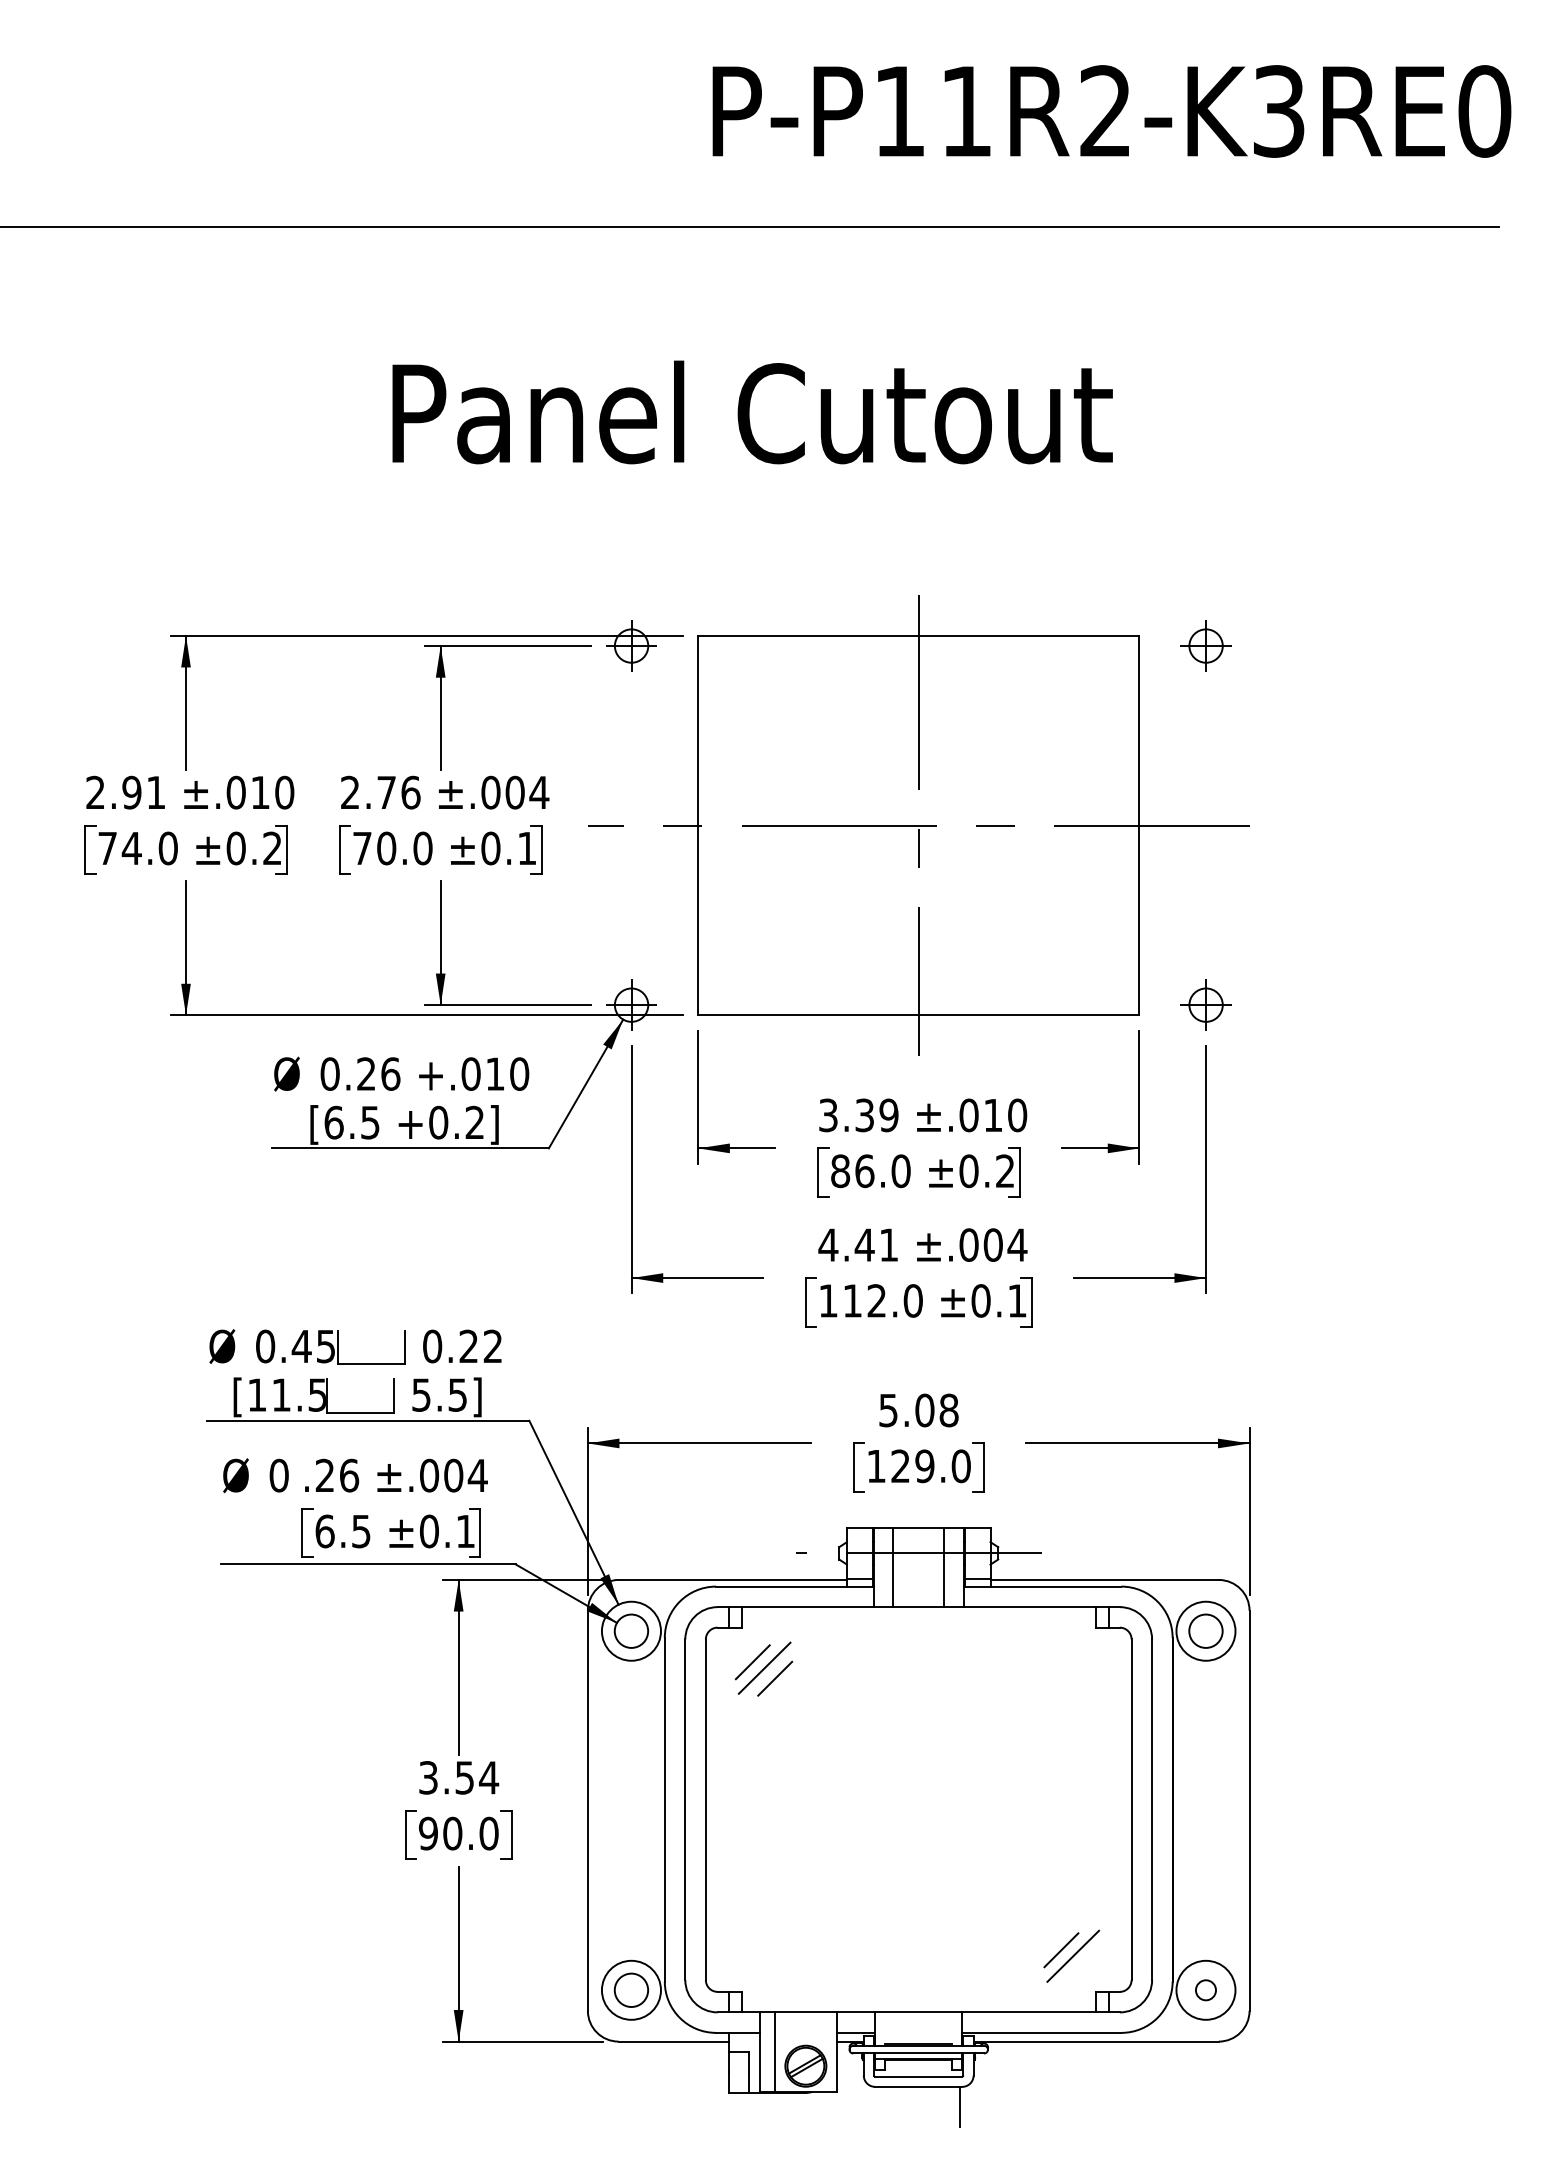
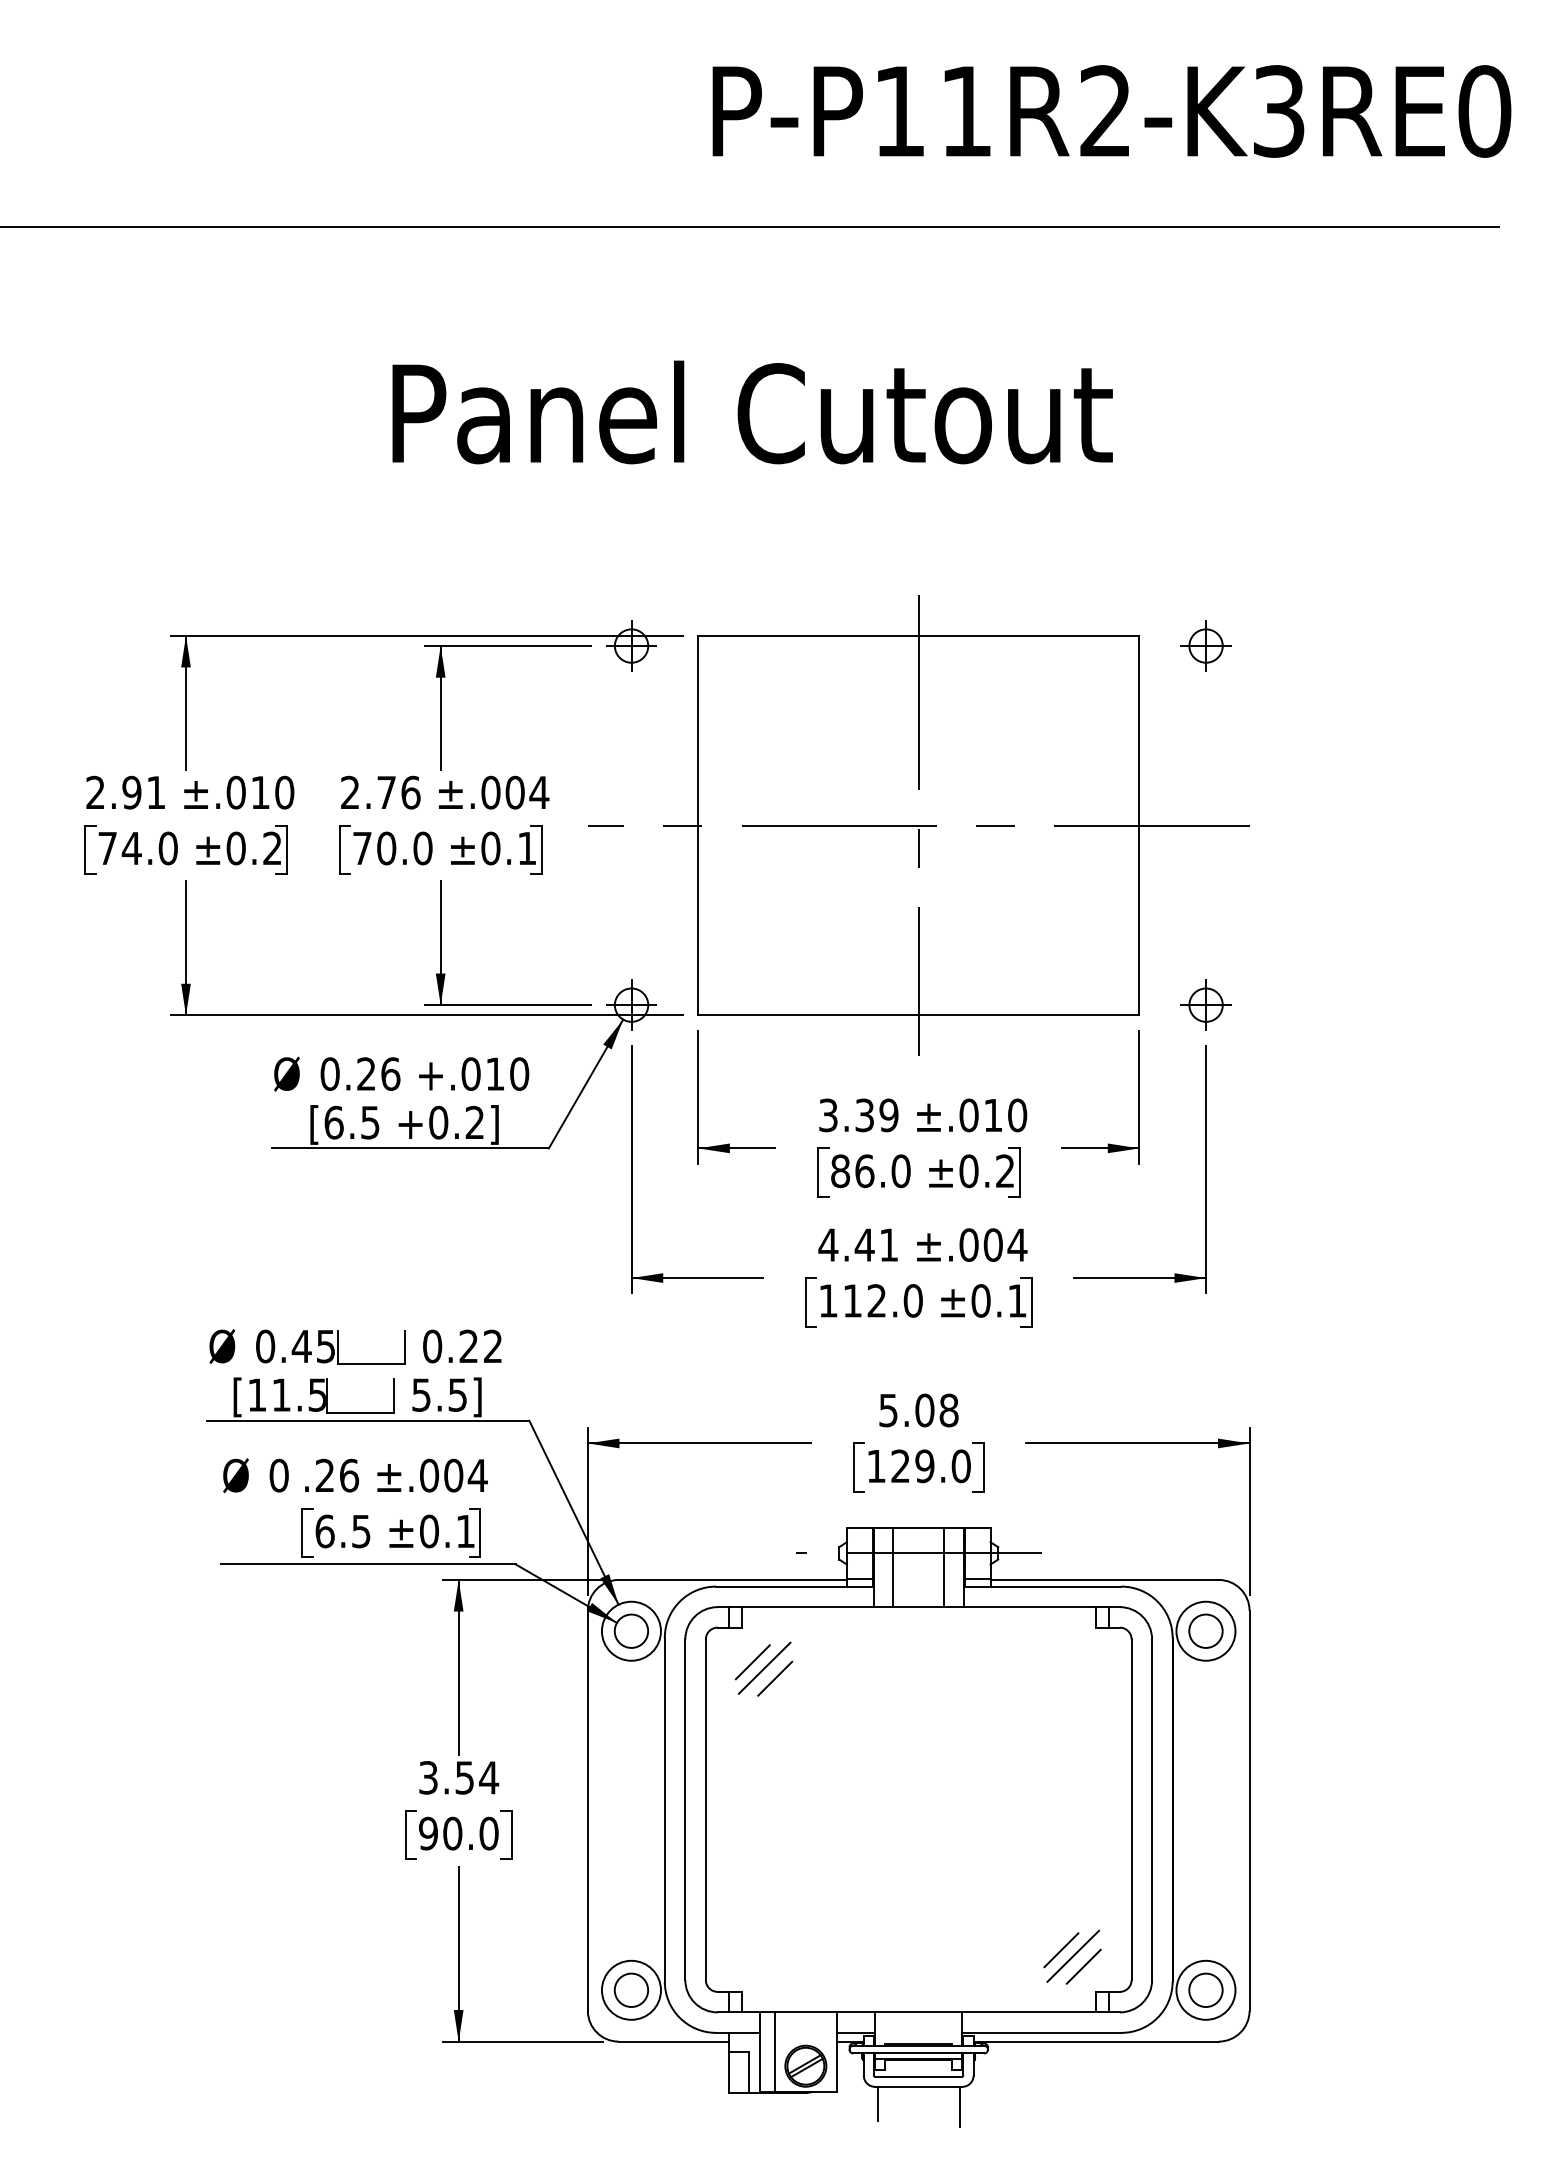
line at (1083, 1966): none -> present
circle at (1205, 1990) diameter: 20 px -> 33 px
line at (877, 2103): none -> present
